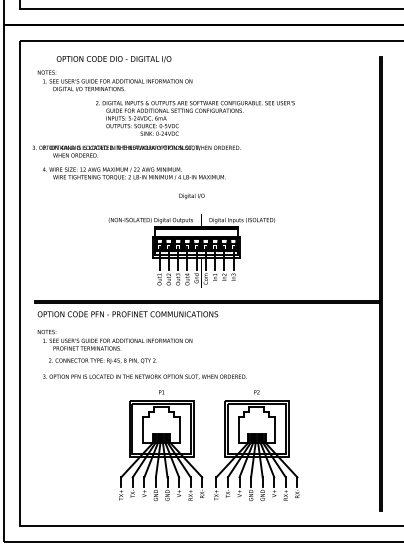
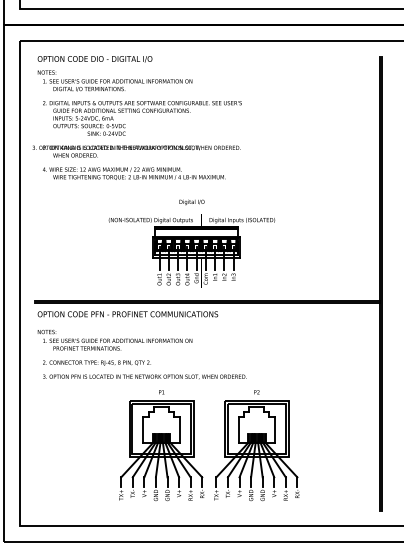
text at (113, 59) position: (113, 59) -> (94, 59)
text at (195, 118) position: (195, 118) -> (142, 118)
text at (191, 196) position: (191, 196) -> (191, 202)
text at (102, 360) position: (102, 360) -> (96, 362)
